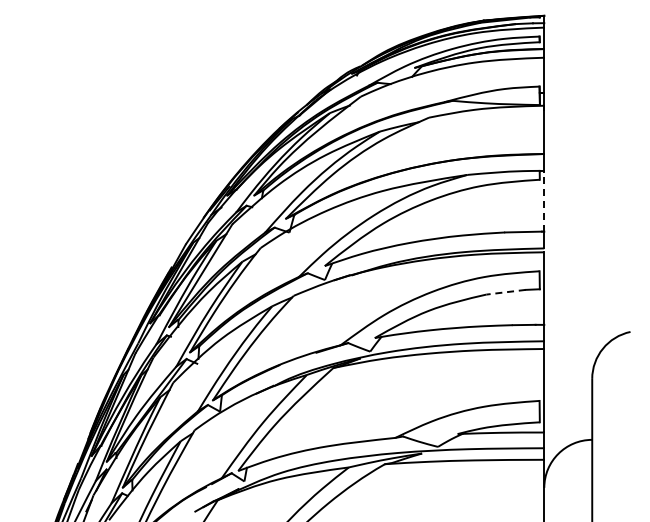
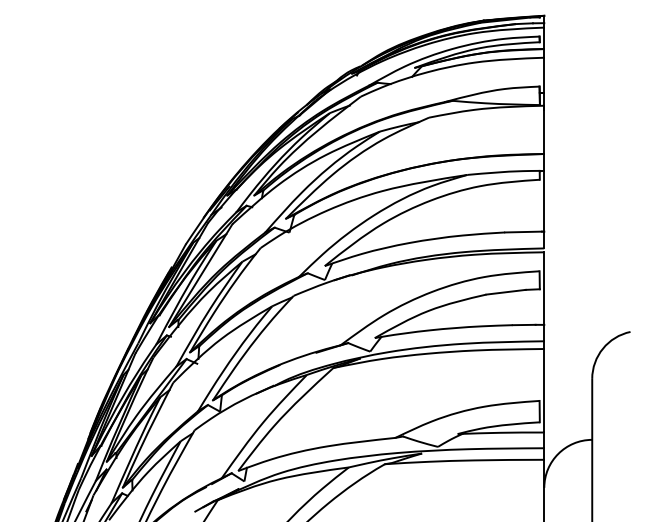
line at (544, 200): dashed -> solid
line at (506, 292): dashed -> solid
